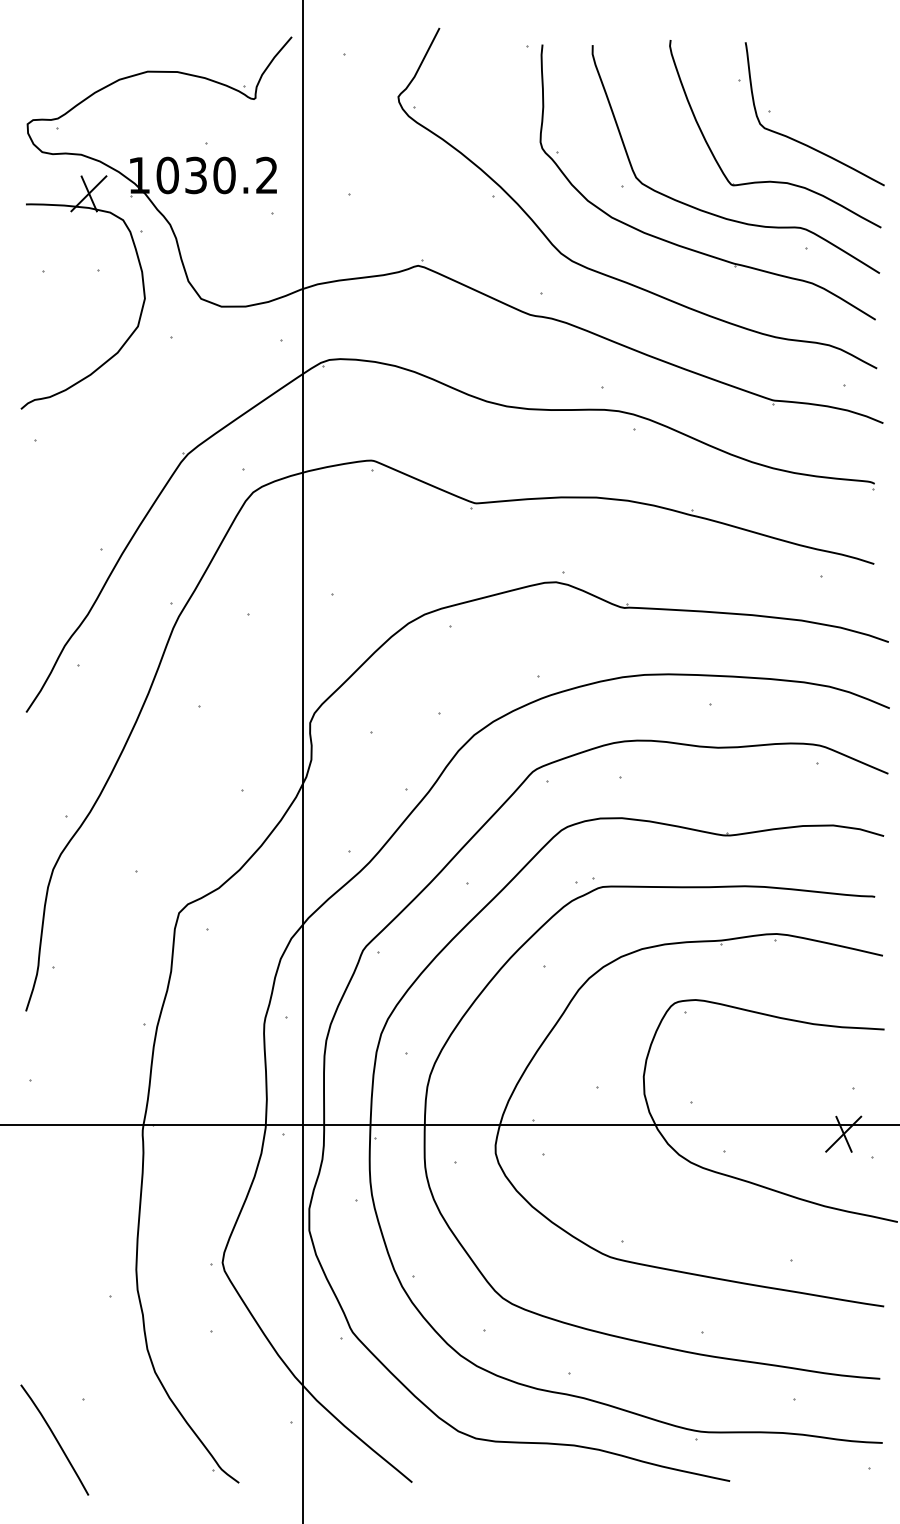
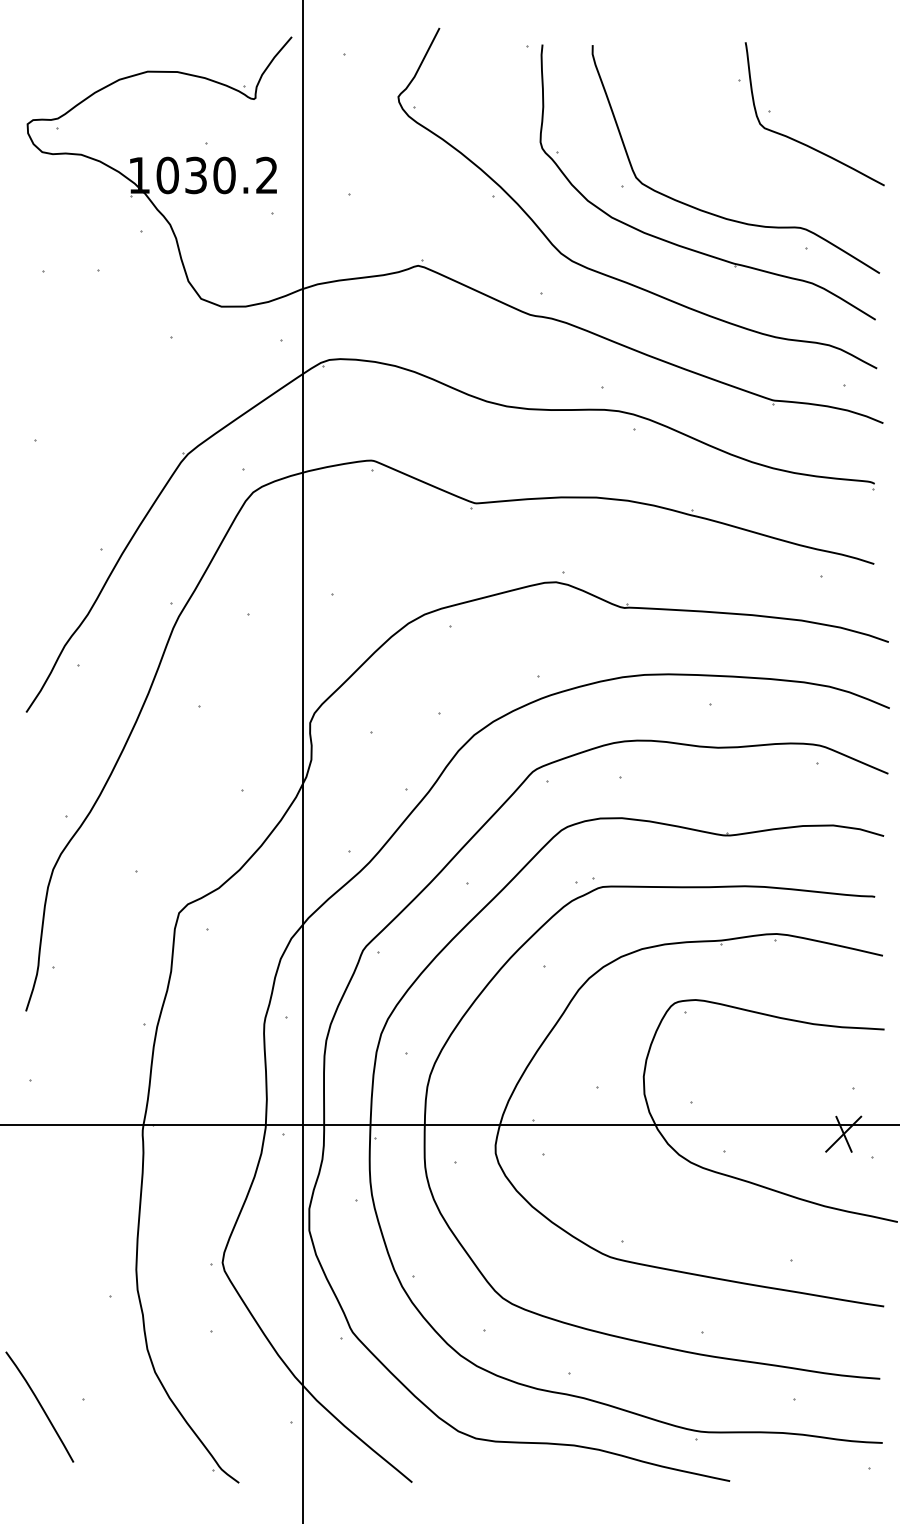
part at (771, 180): present -> none
part at (142, 287): present -> none
curve at (54, 1438) position: (54, 1438) -> (39, 1405)
